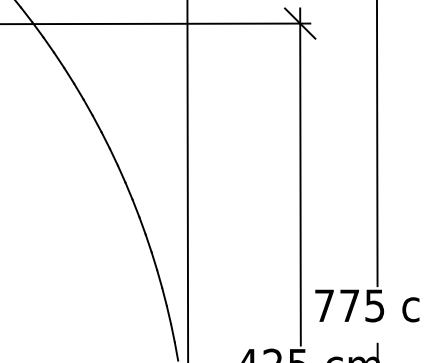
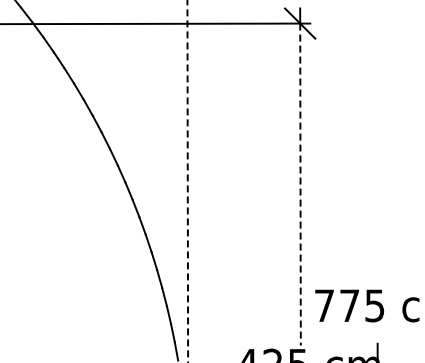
line at (376, 144): present -> none
line at (187, 181): solid -> dashed
line at (300, 184): solid -> dashed
